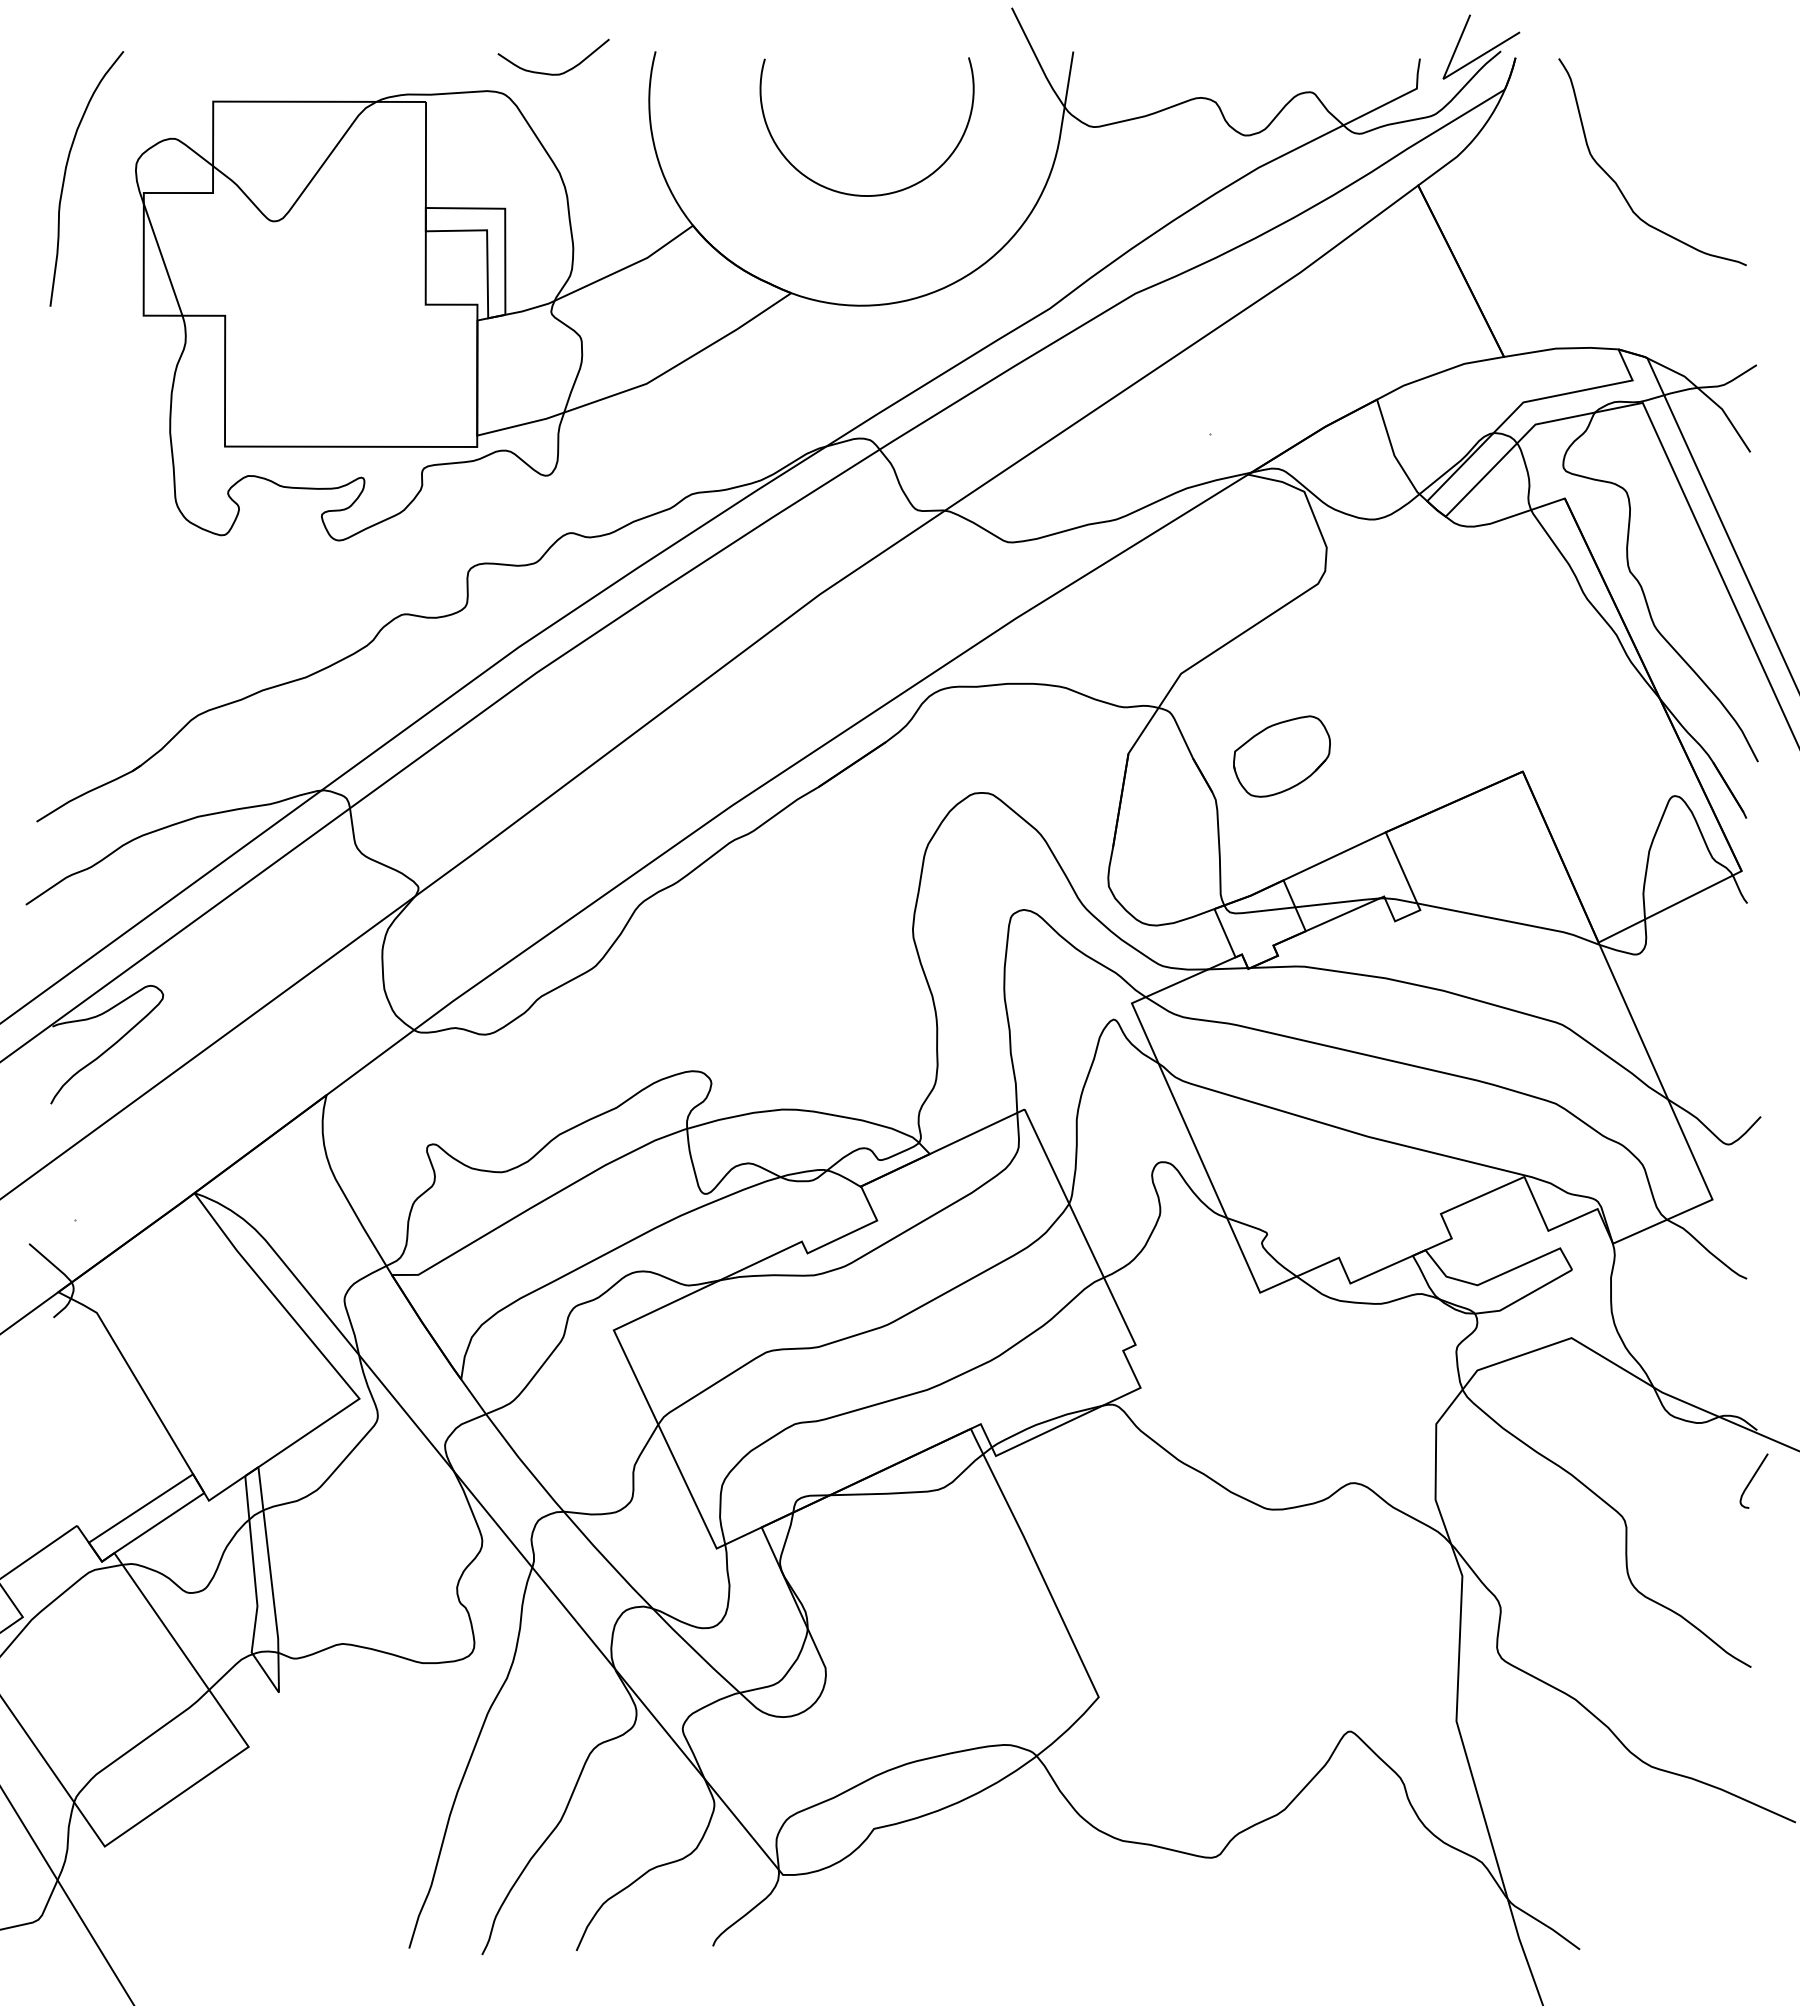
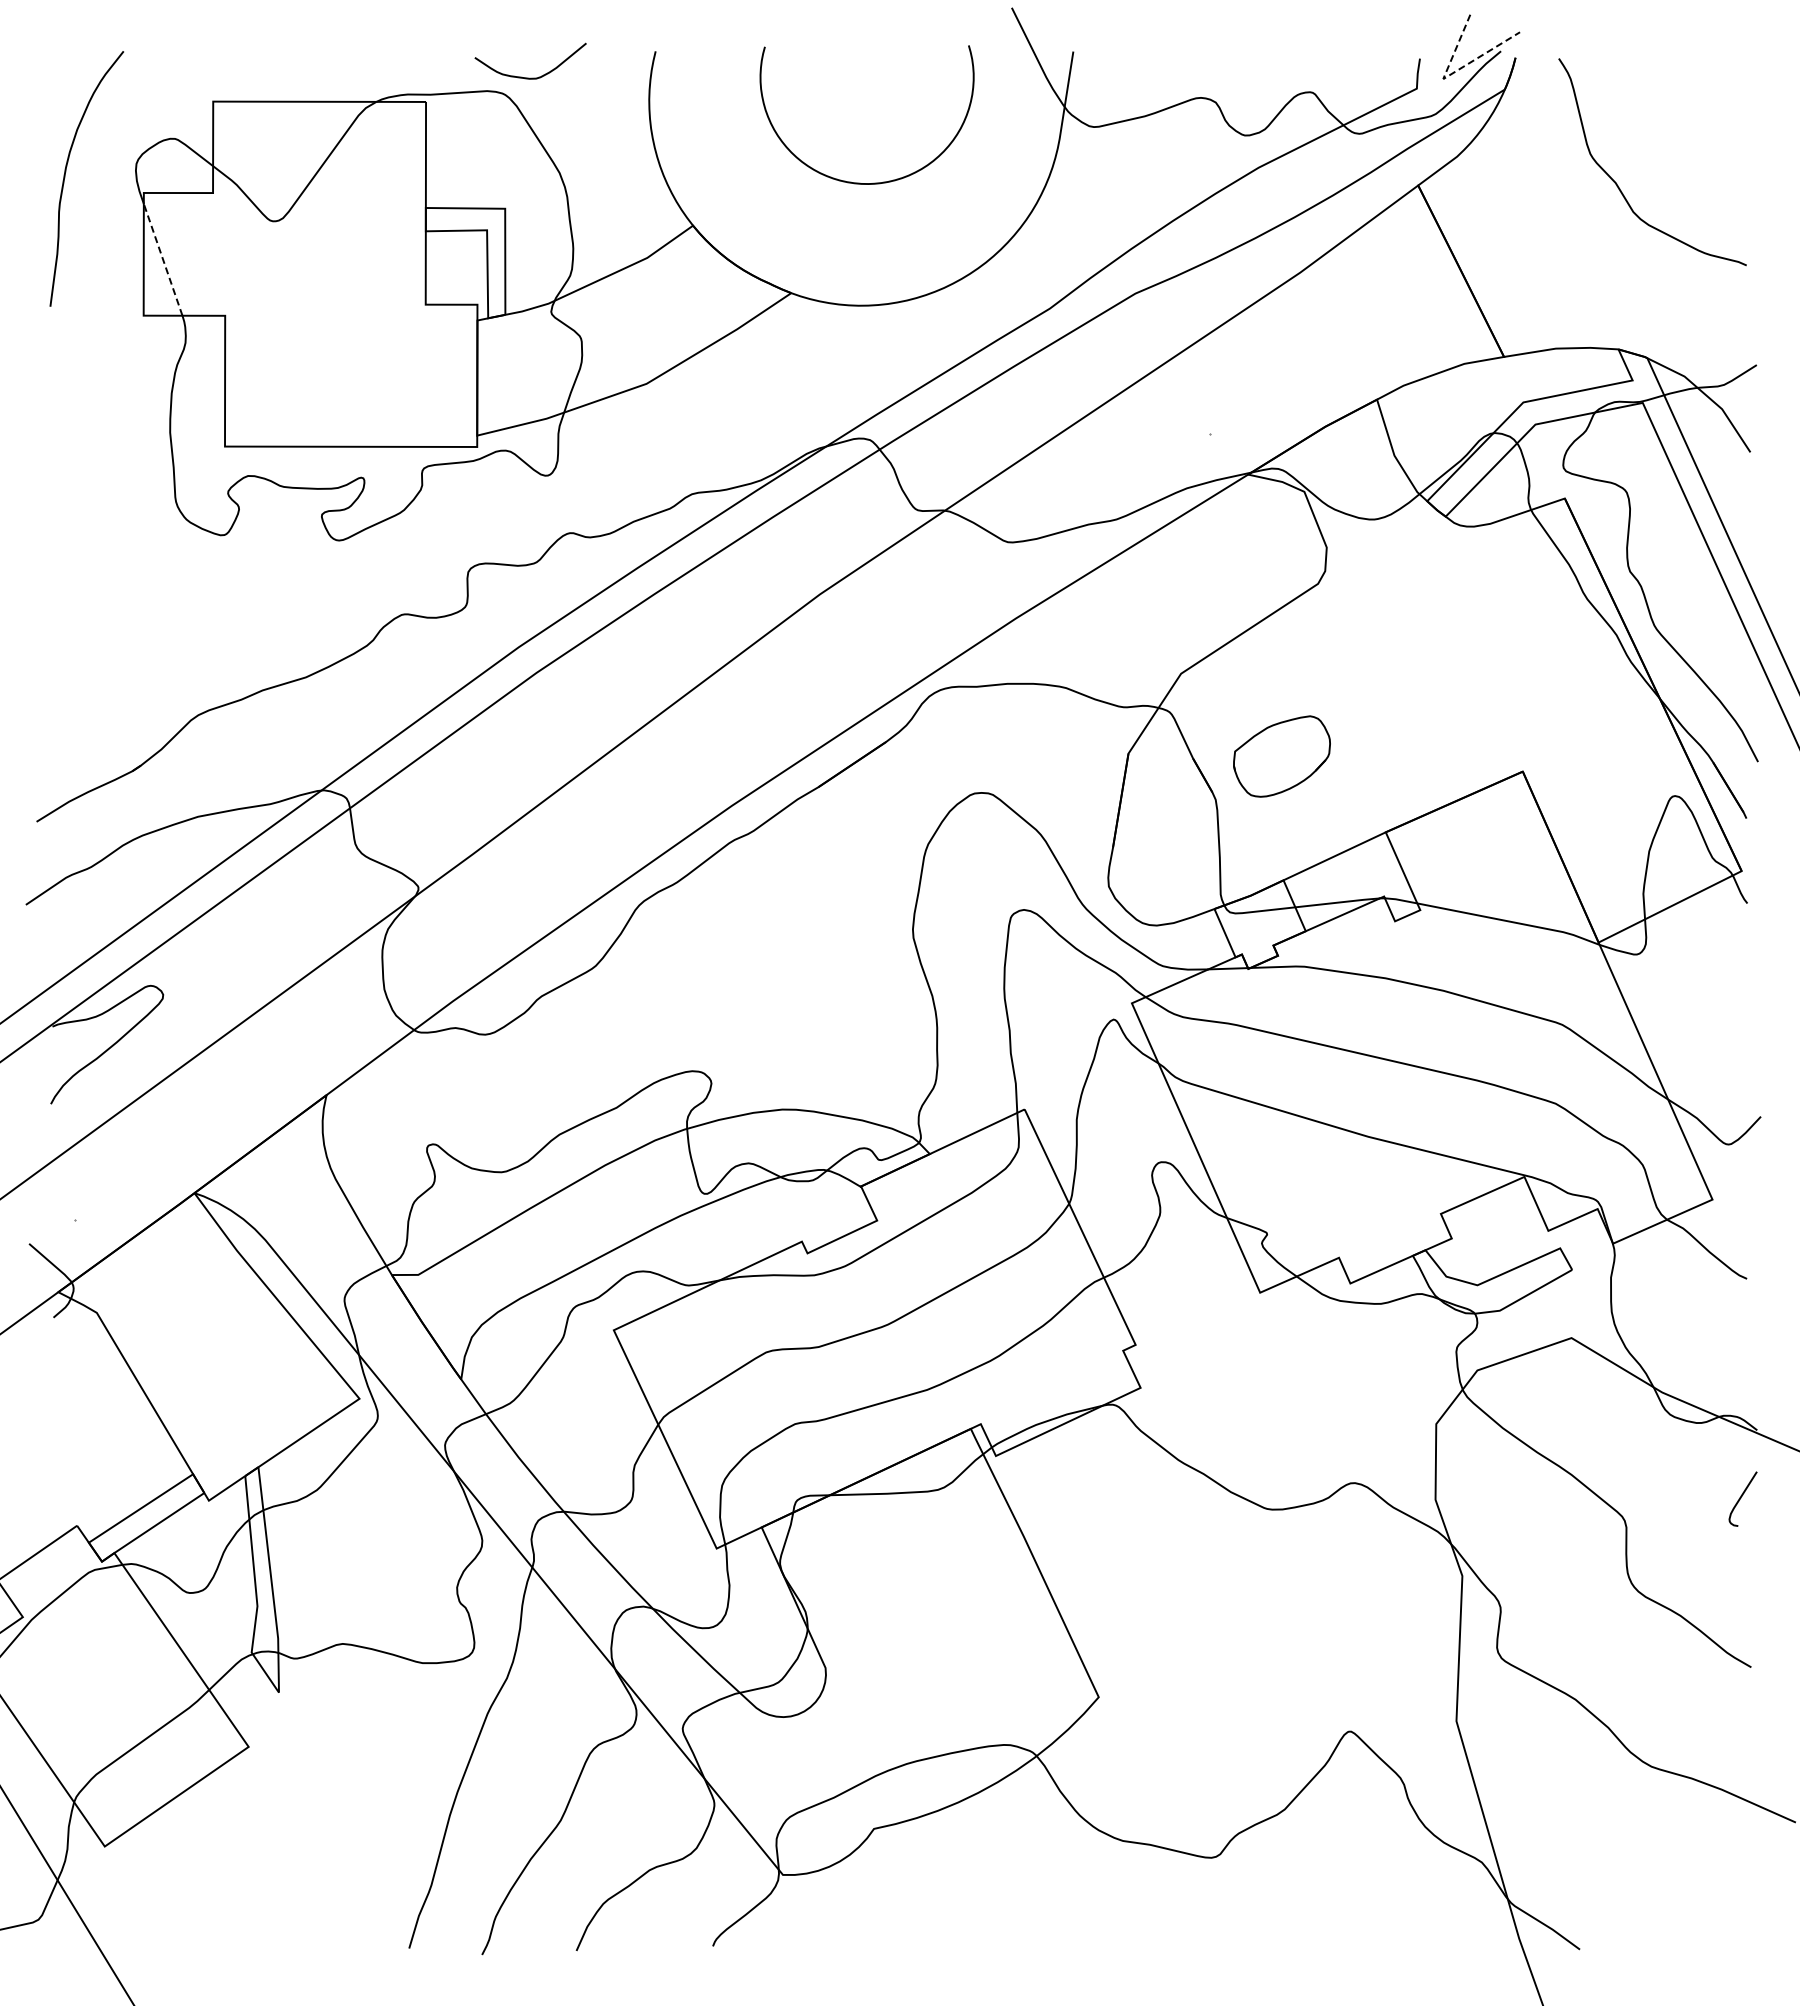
curve at (553, 73) position: (553, 73) -> (530, 77)
line at (1451, 73): solid -> dashed
curve at (860, 194) position: (860, 194) -> (860, 182)
line at (163, 259): solid -> dashed
curve at (1752, 1480) position: (1752, 1480) -> (1741, 1498)
